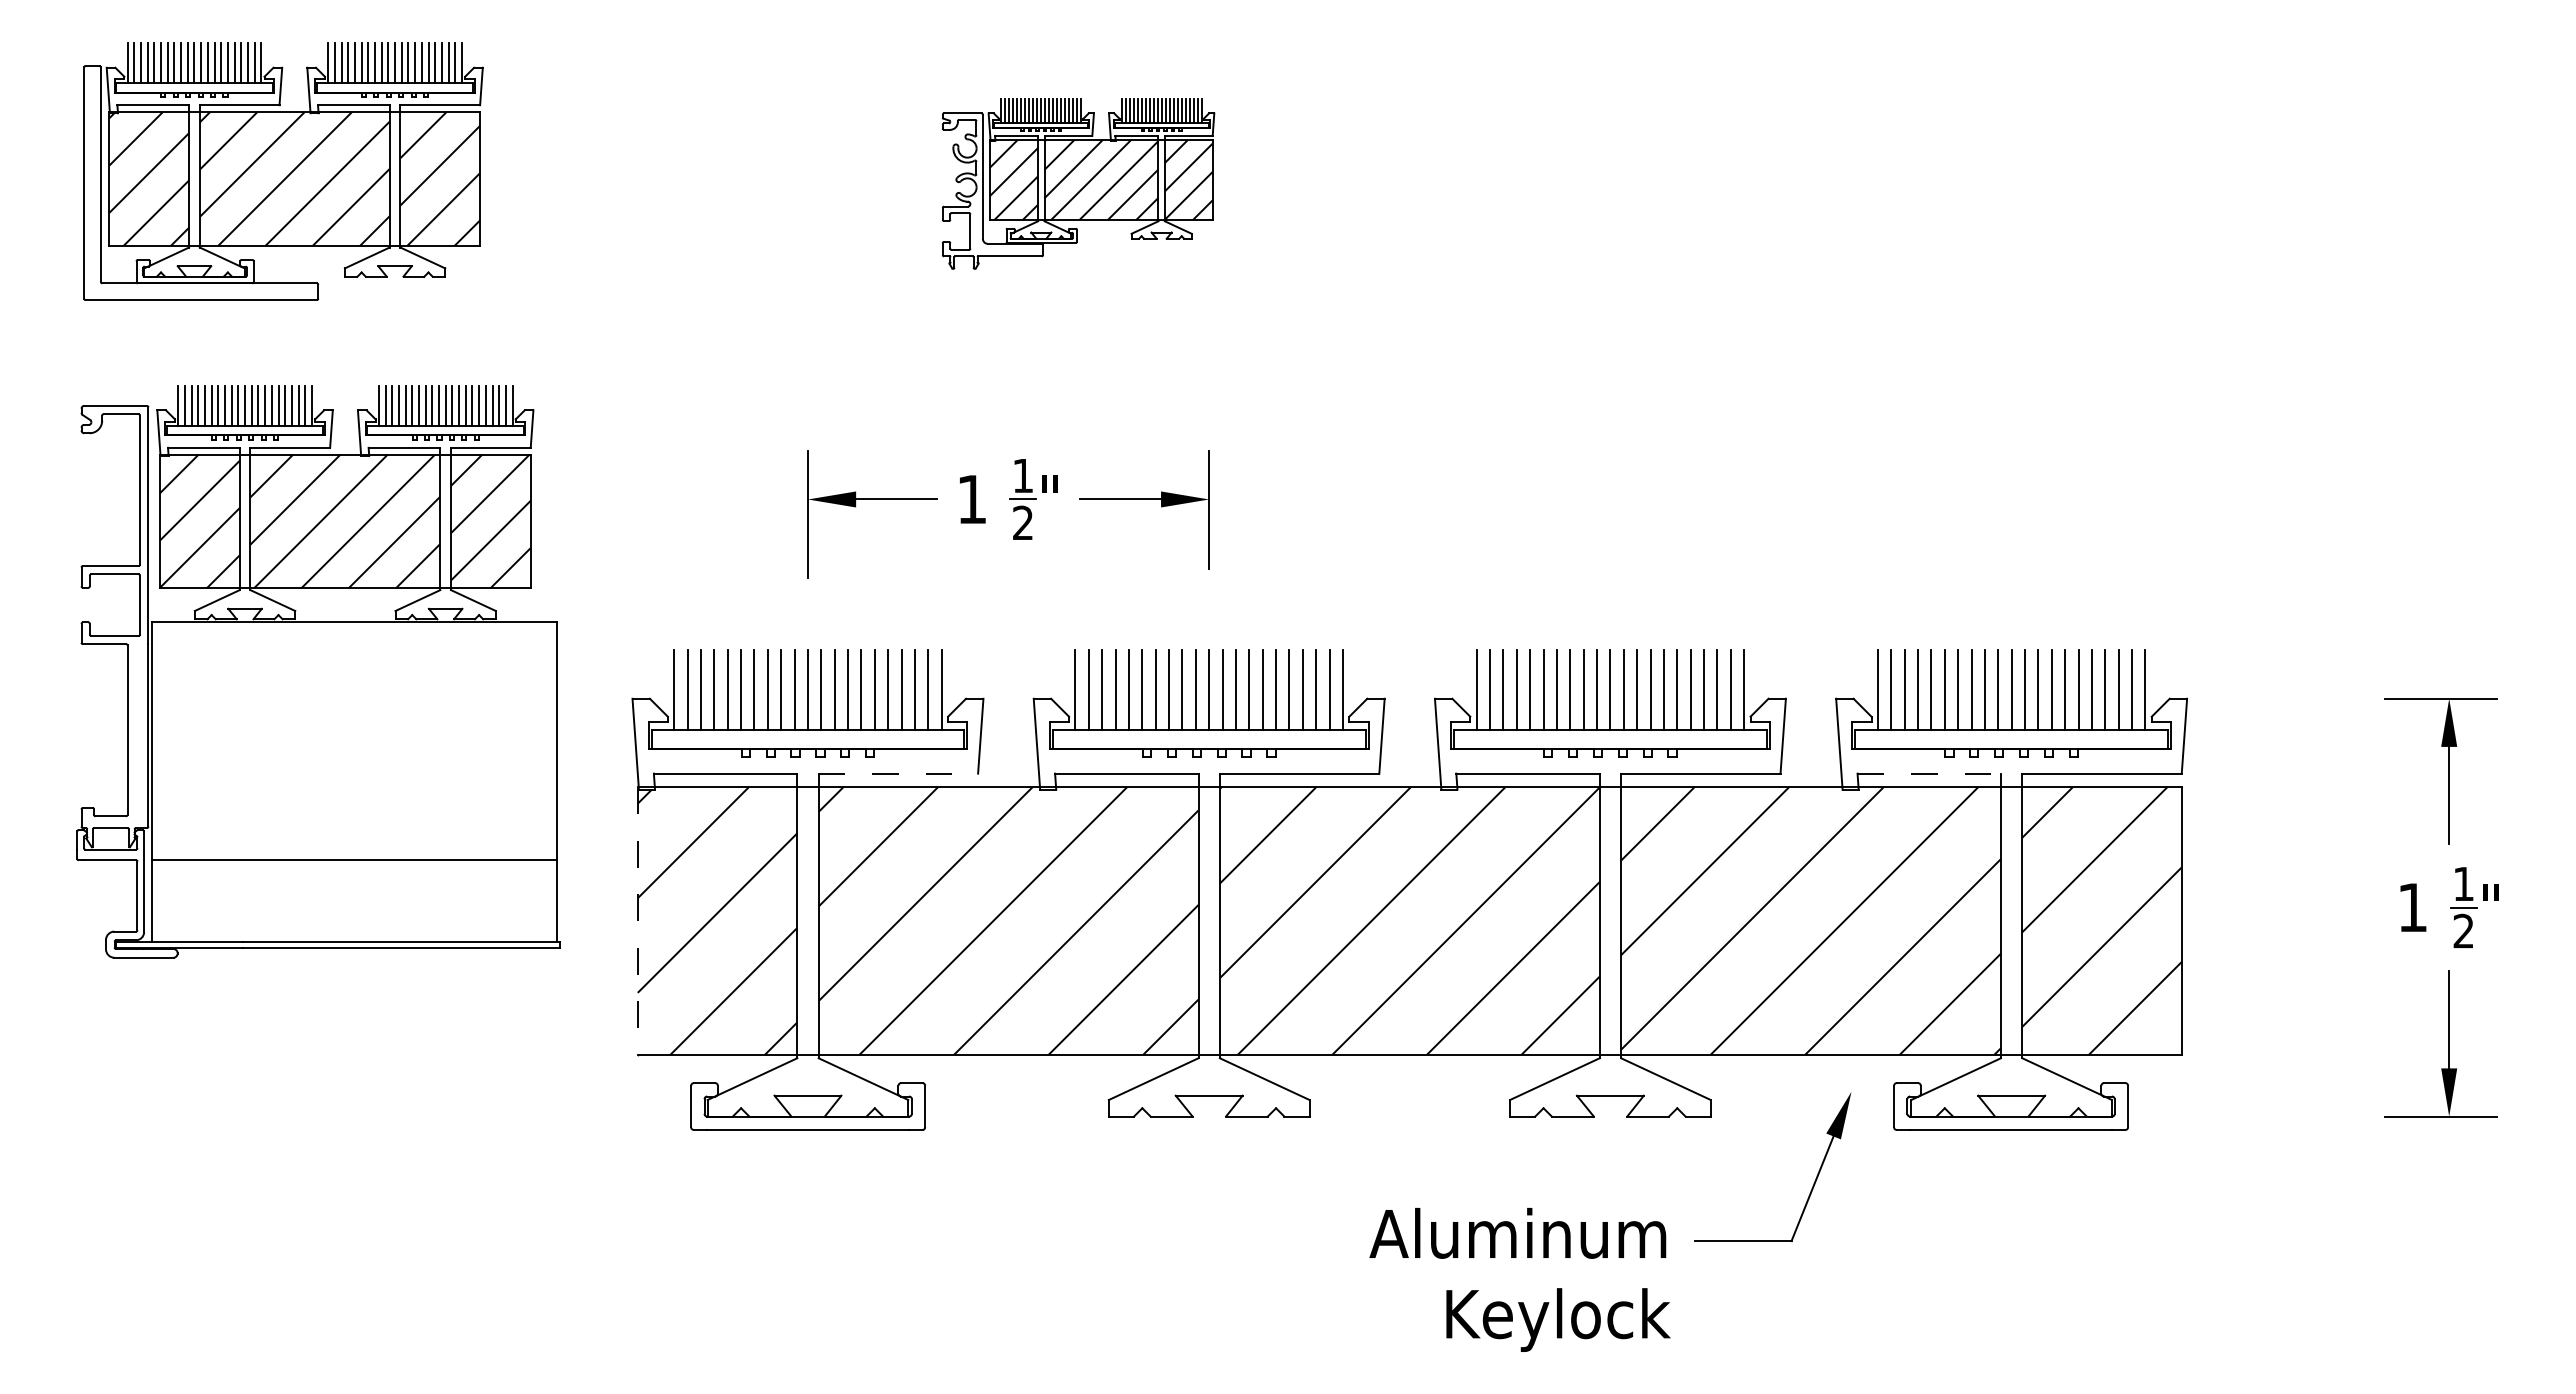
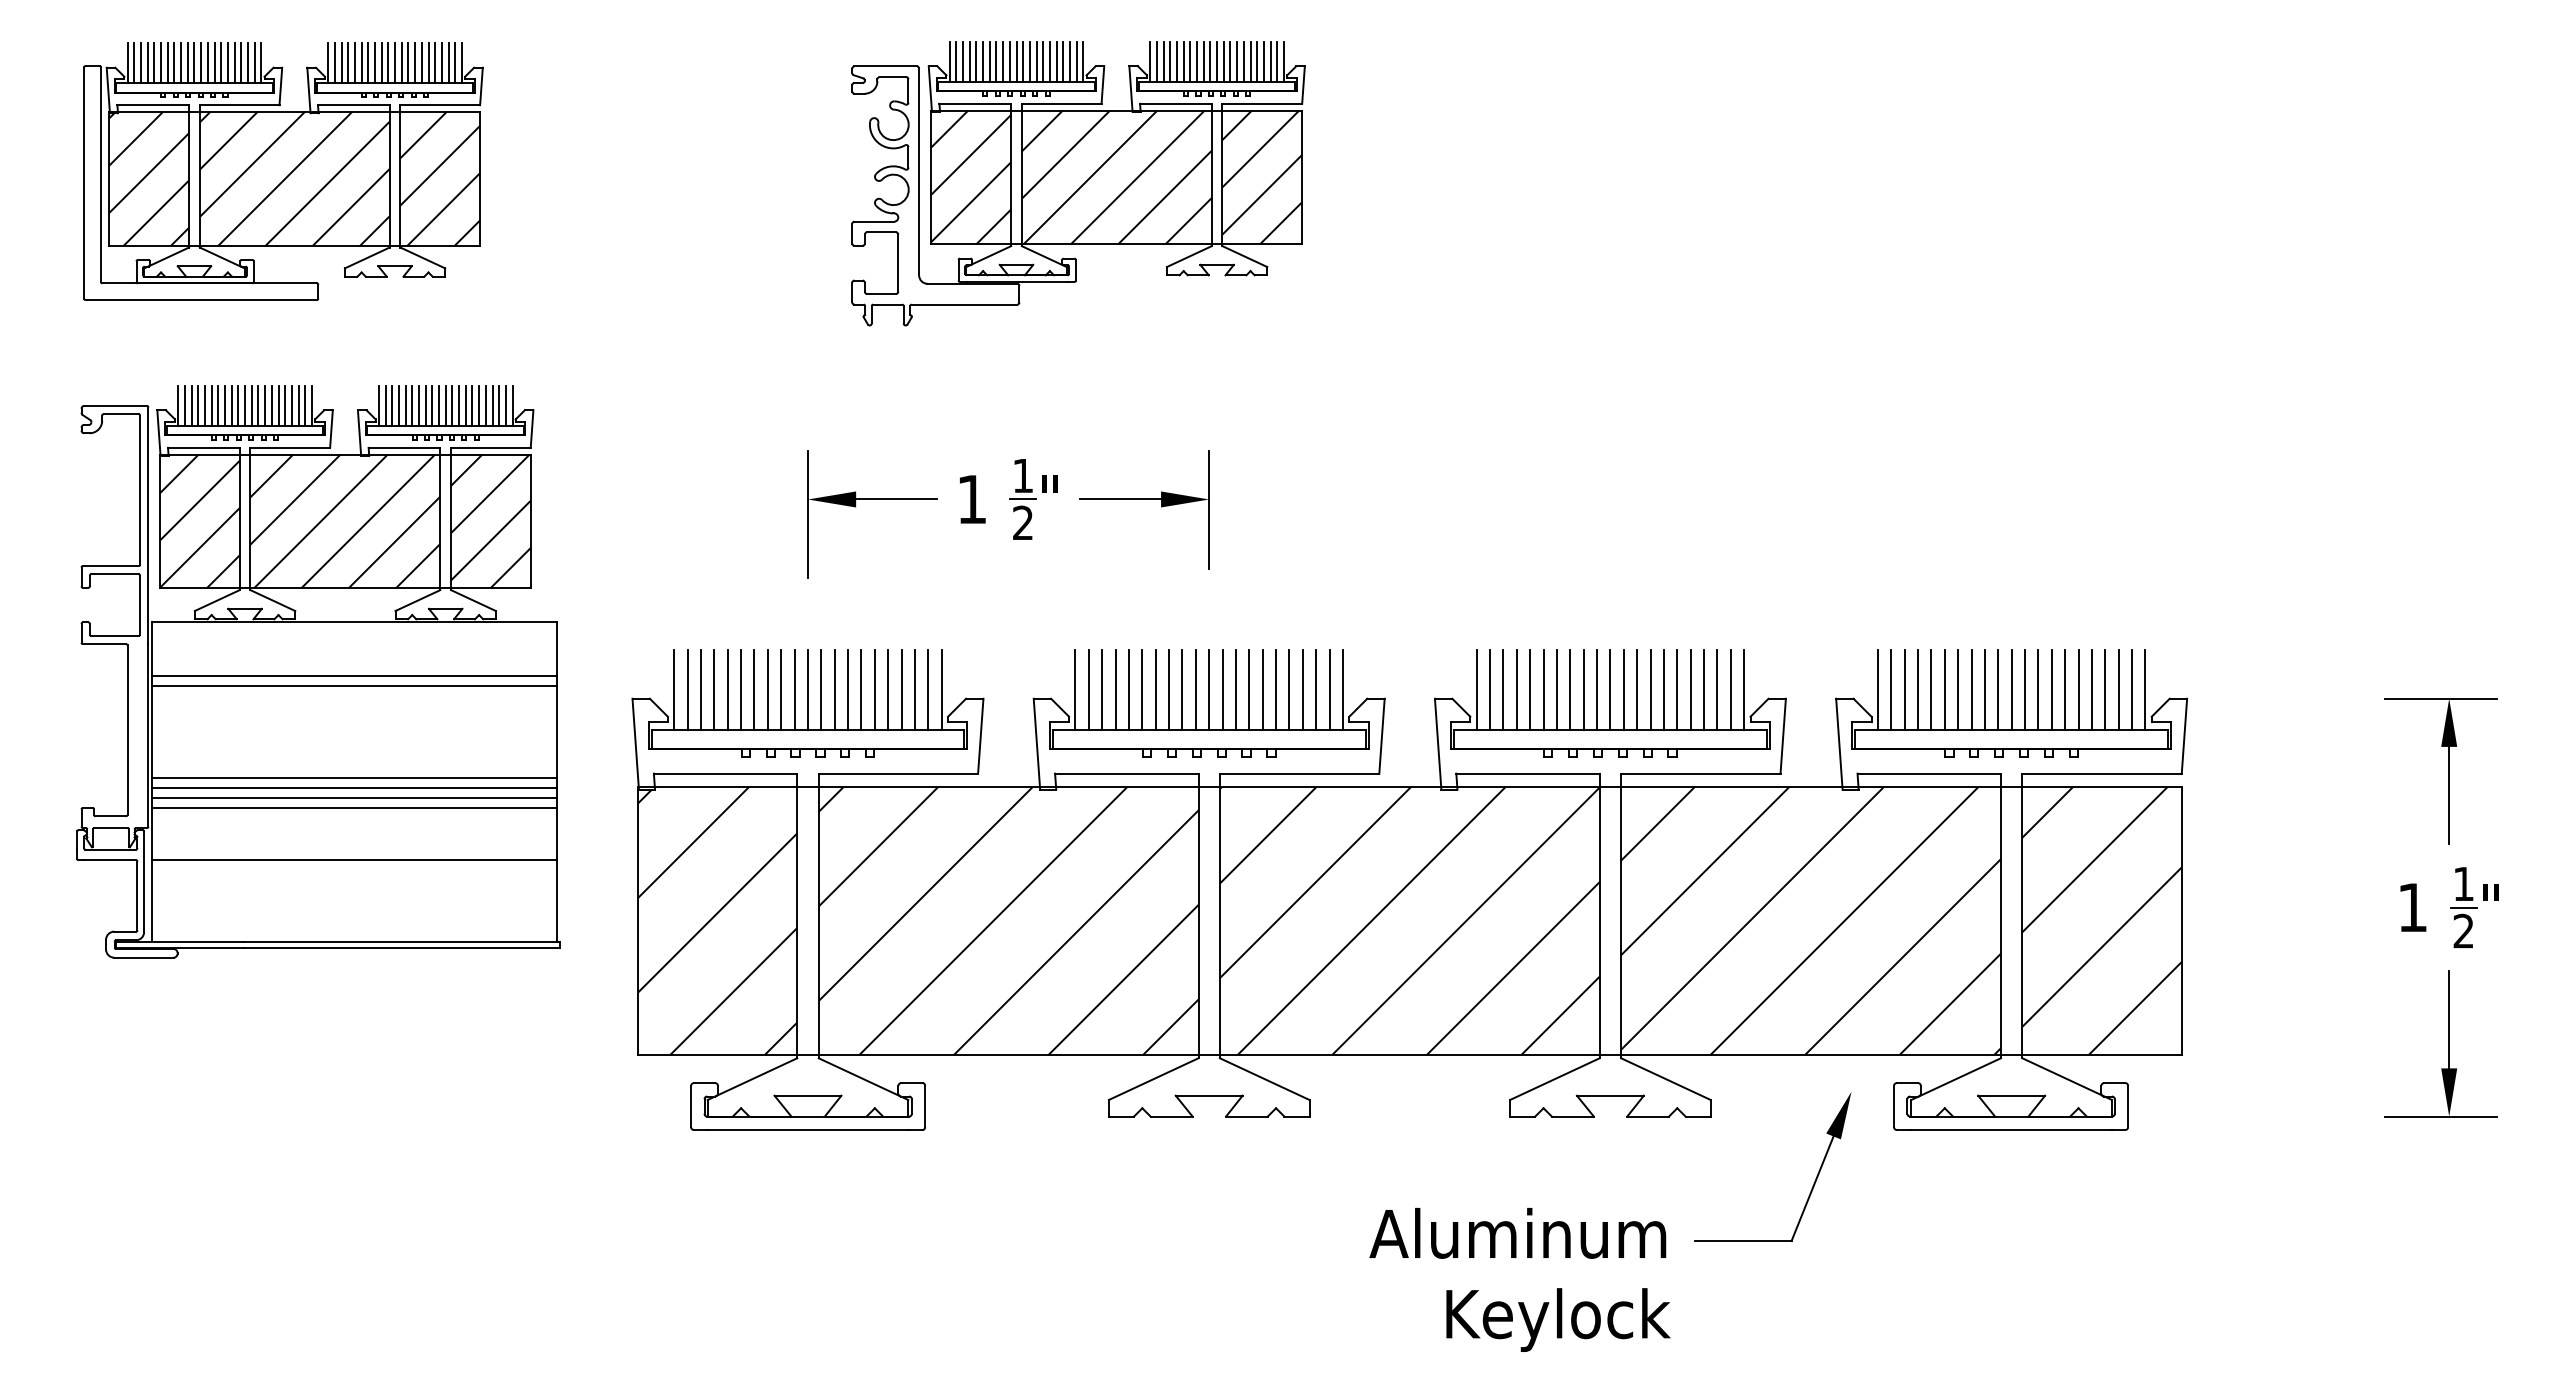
part at (1078, 183) size: 274x172 px -> 455x286 px
line at (354, 675): none -> present
line at (354, 685): none -> present
line at (898, 773): dashed -> solid
line at (1929, 773): dashed -> solid
line at (354, 777): none -> present
line at (354, 787): none -> present
line at (354, 797): none -> present
line at (354, 807): none -> present
line at (637, 921): dashed -> solid
